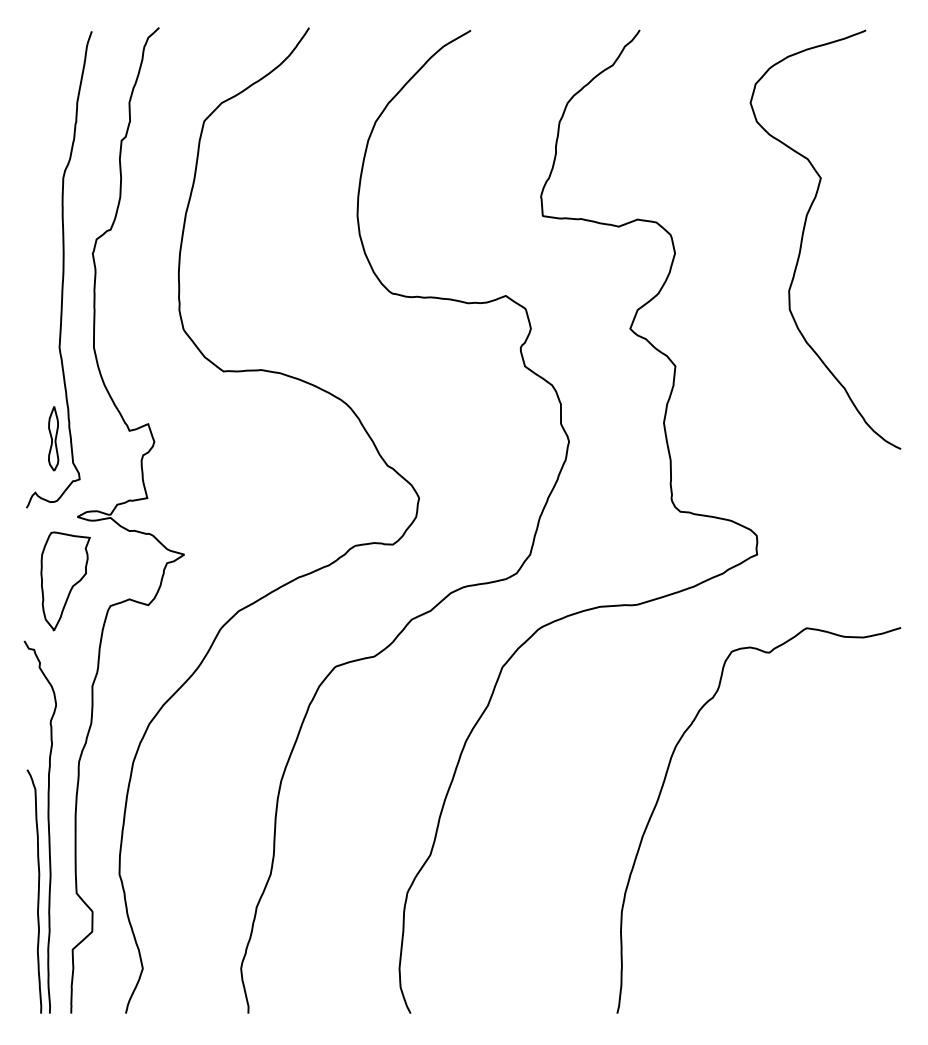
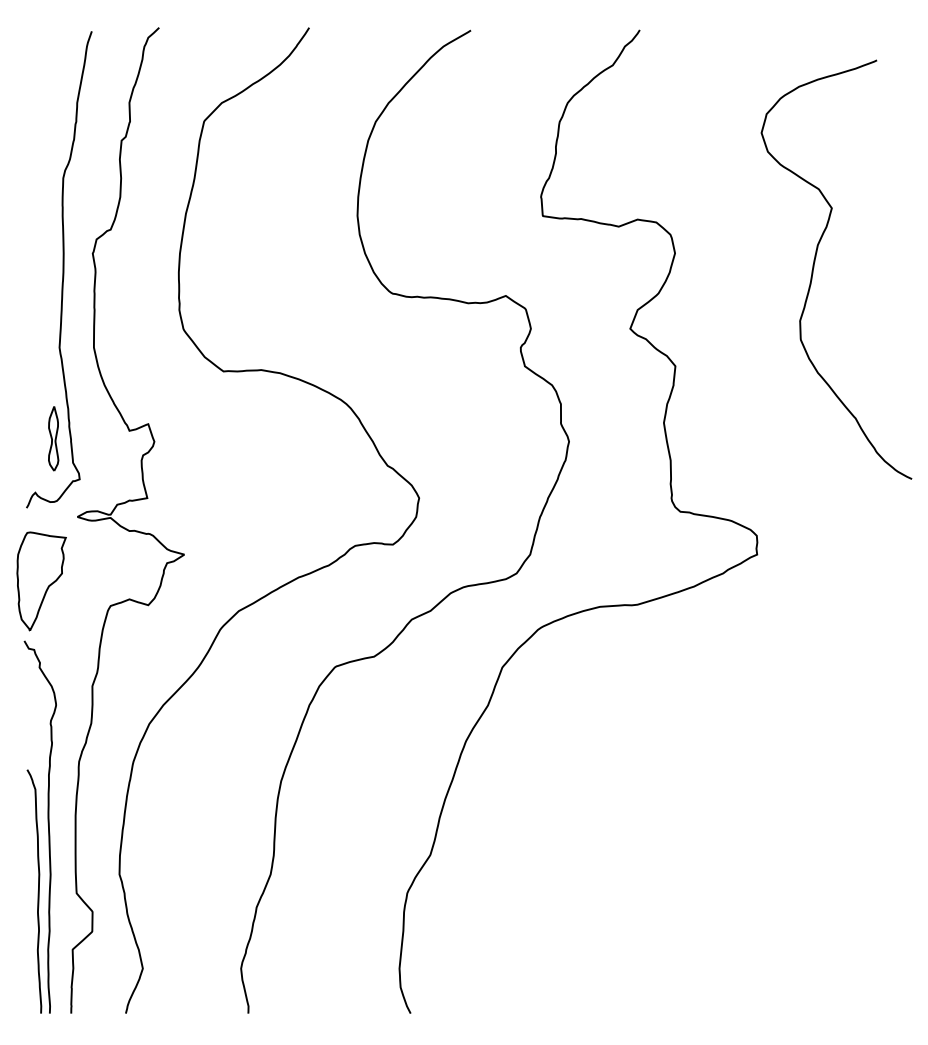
curve at (803, 237) position: (803, 237) -> (814, 267)
part at (65, 581) position: (65, 581) -> (41, 581)
curve at (662, 789): present -> none
